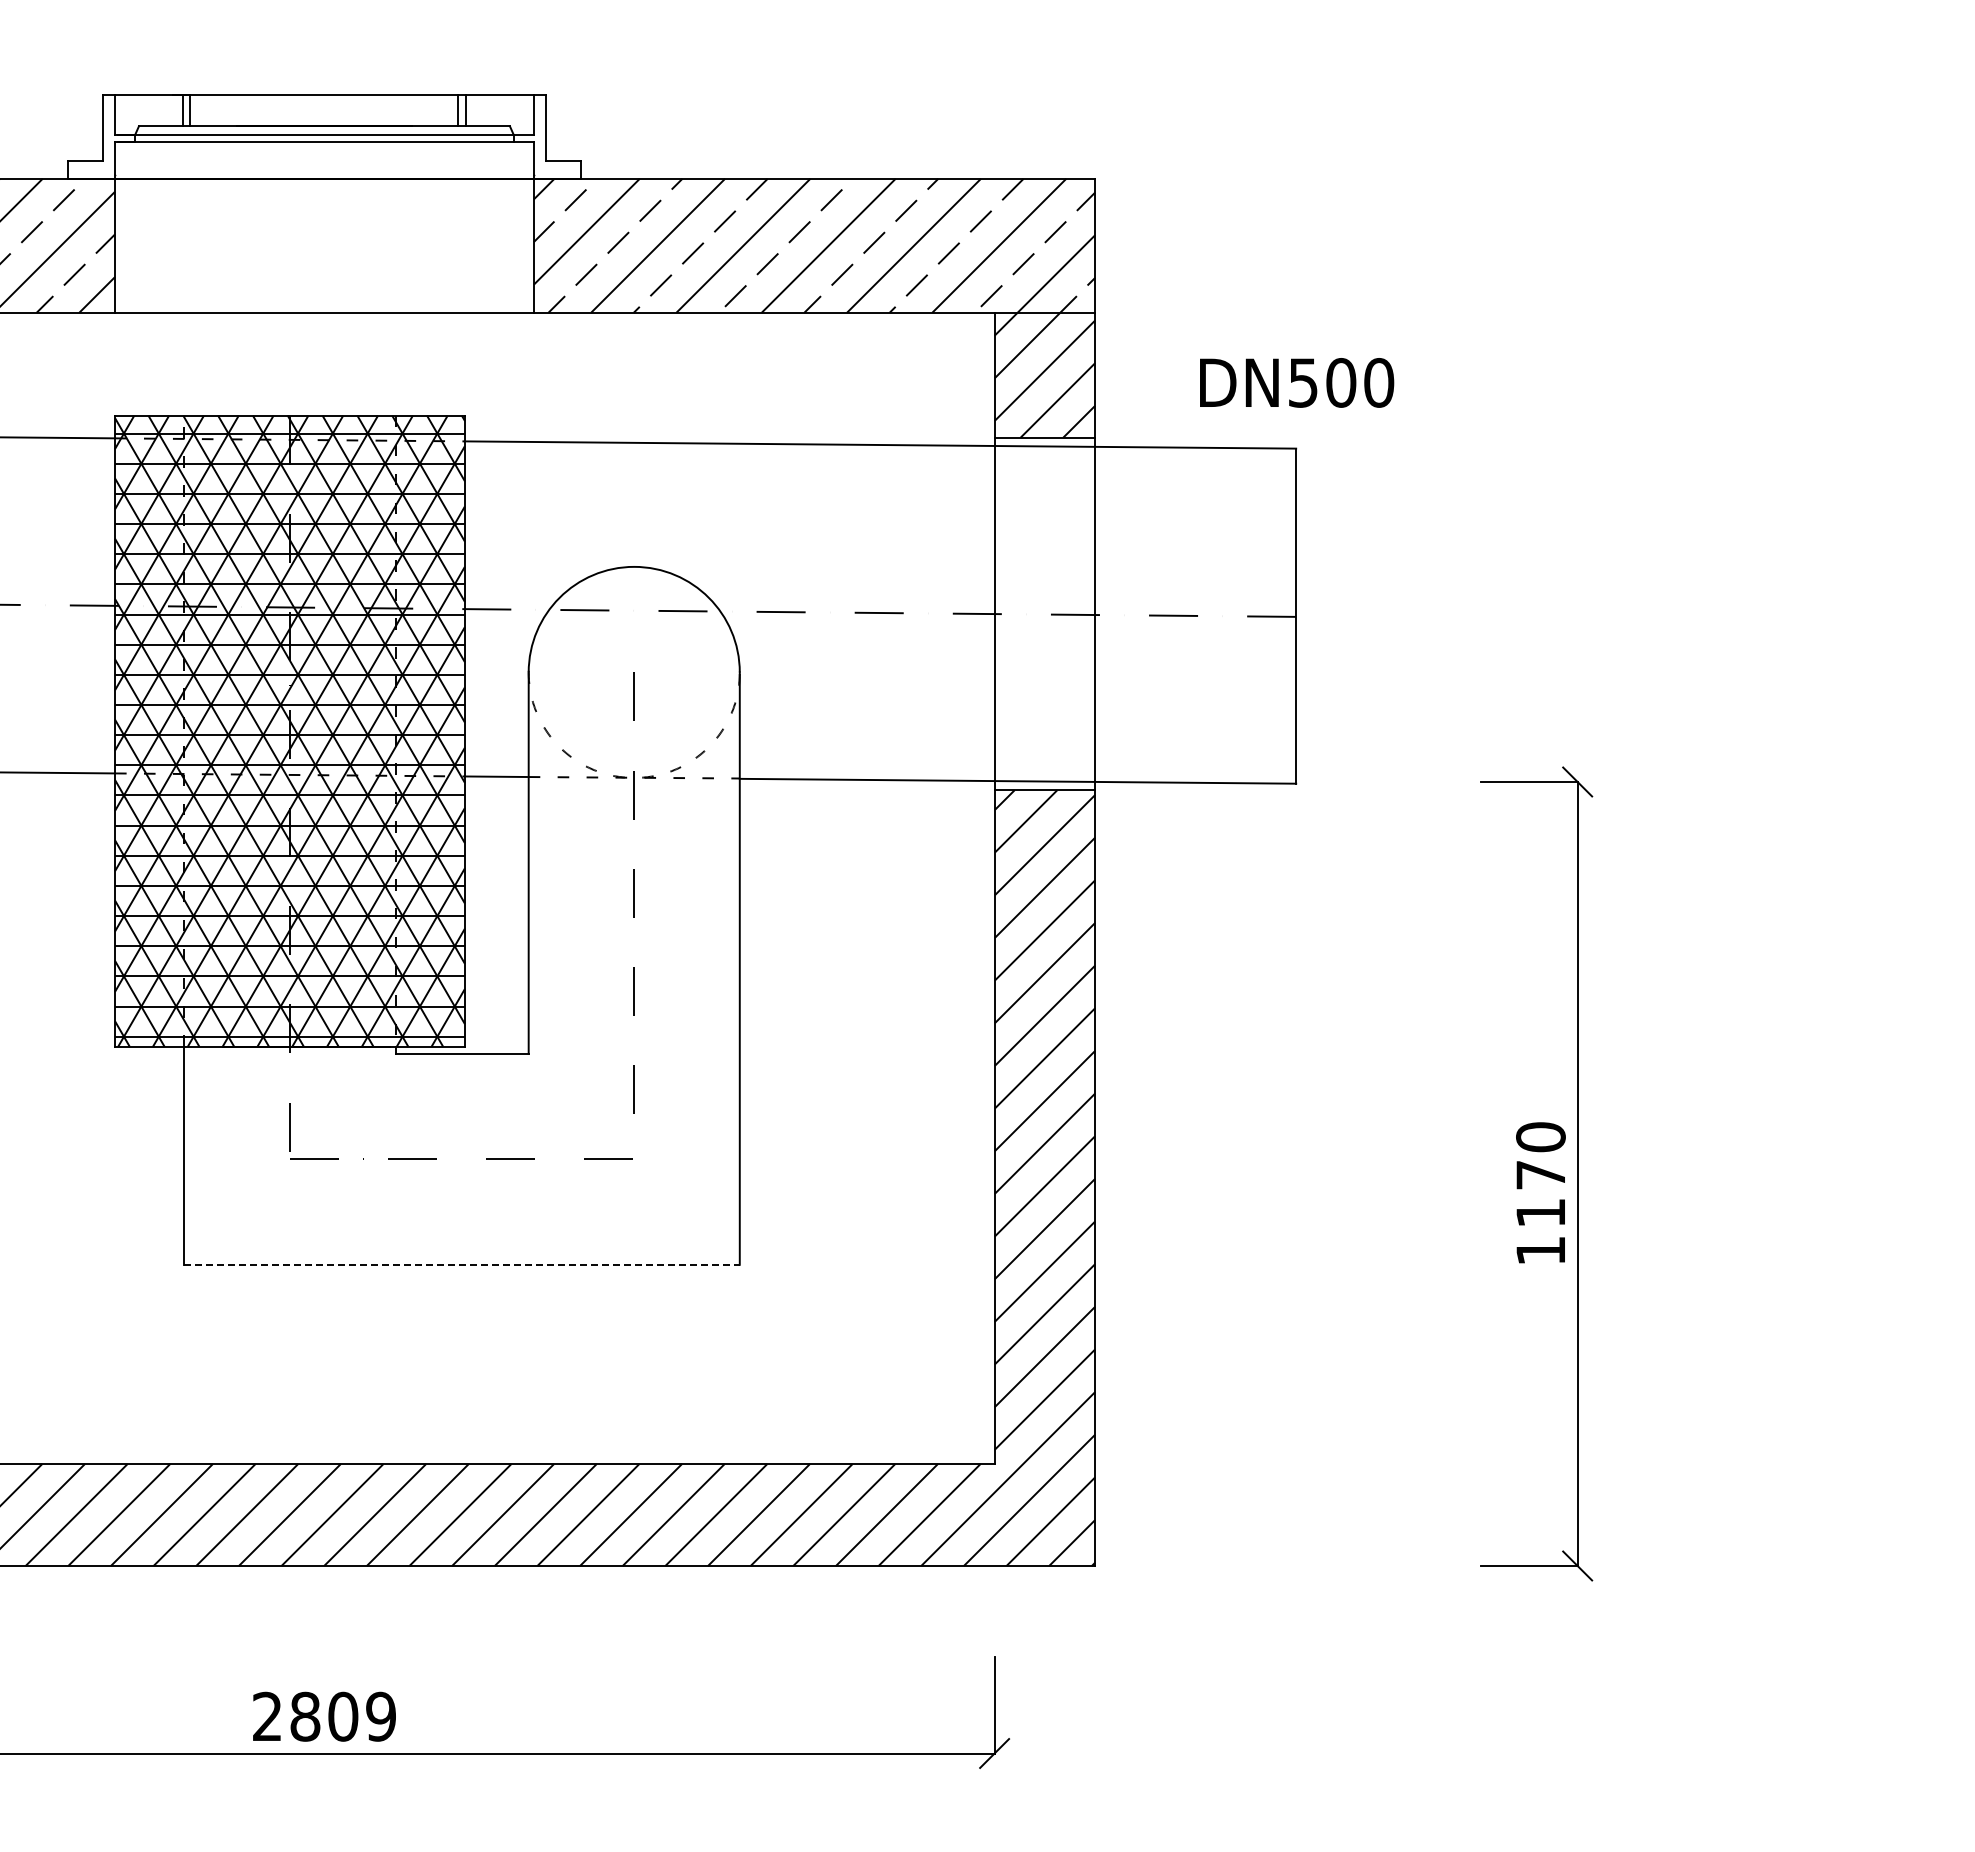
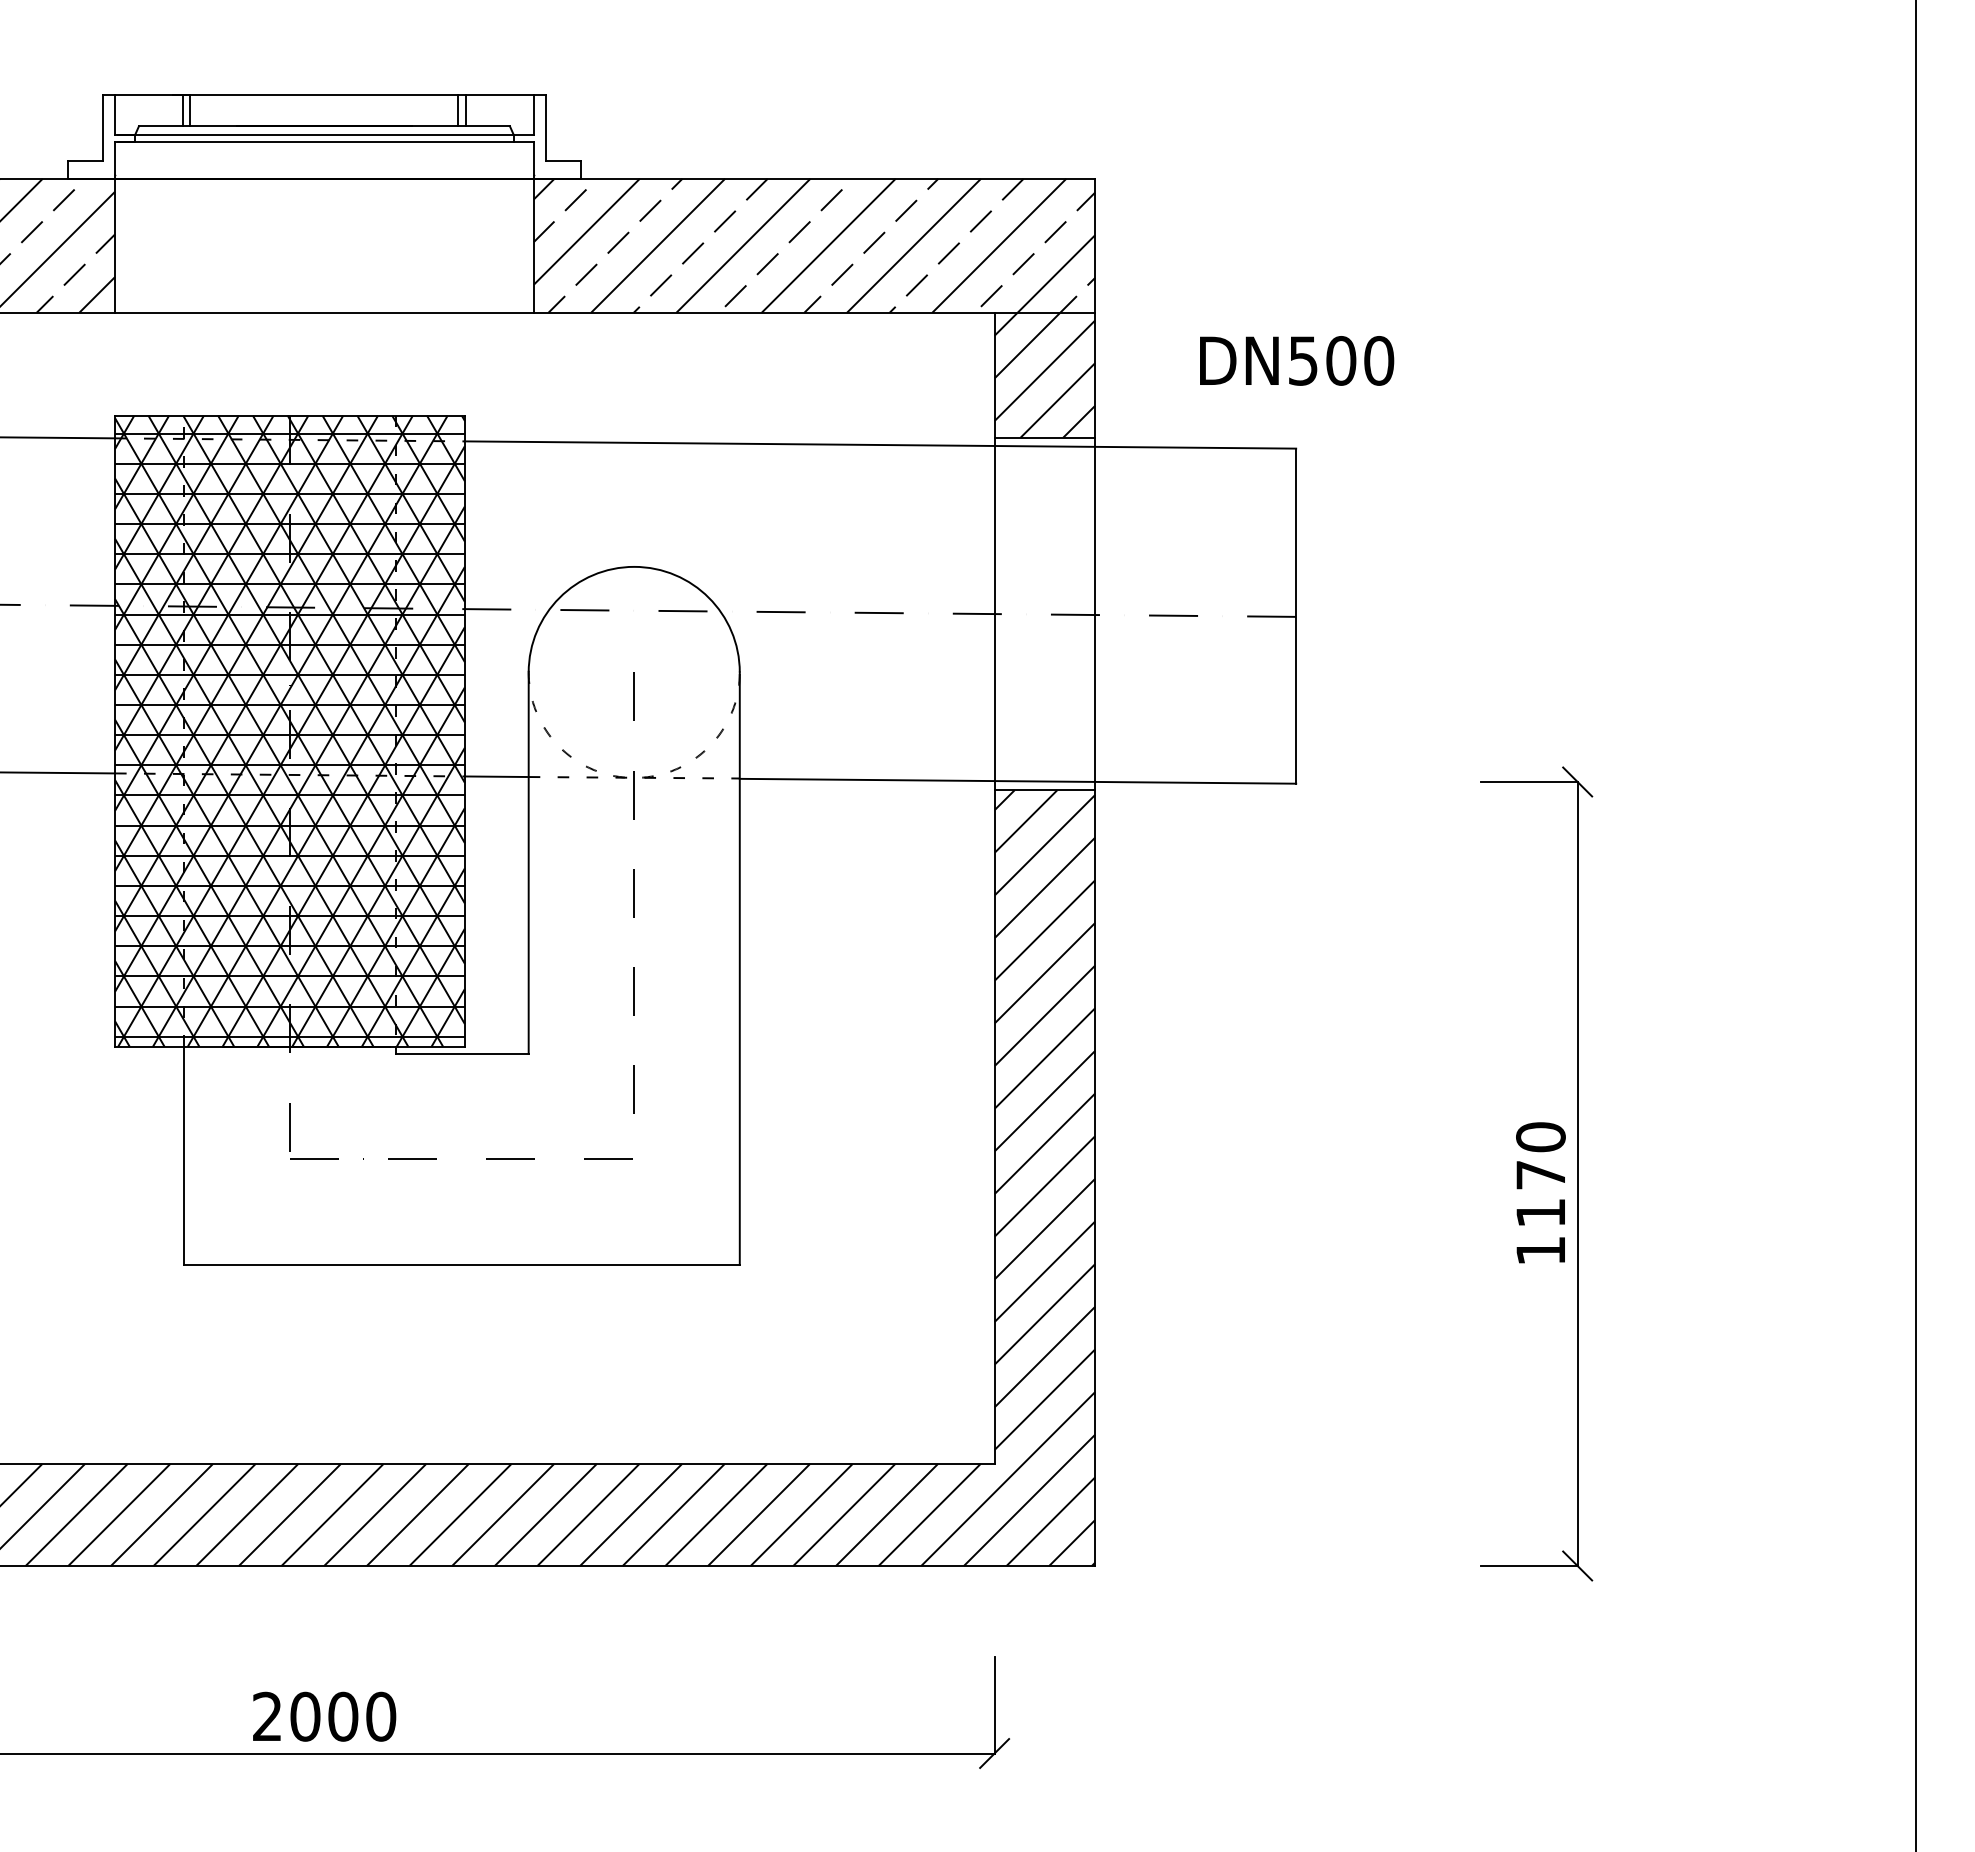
text at (1297, 382) position: (1297, 382) -> (1297, 360)
line at (1915, 925): none -> present
line at (462, 1264): dashed -> solid
text at (343, 1716): 2809 -> 2000
